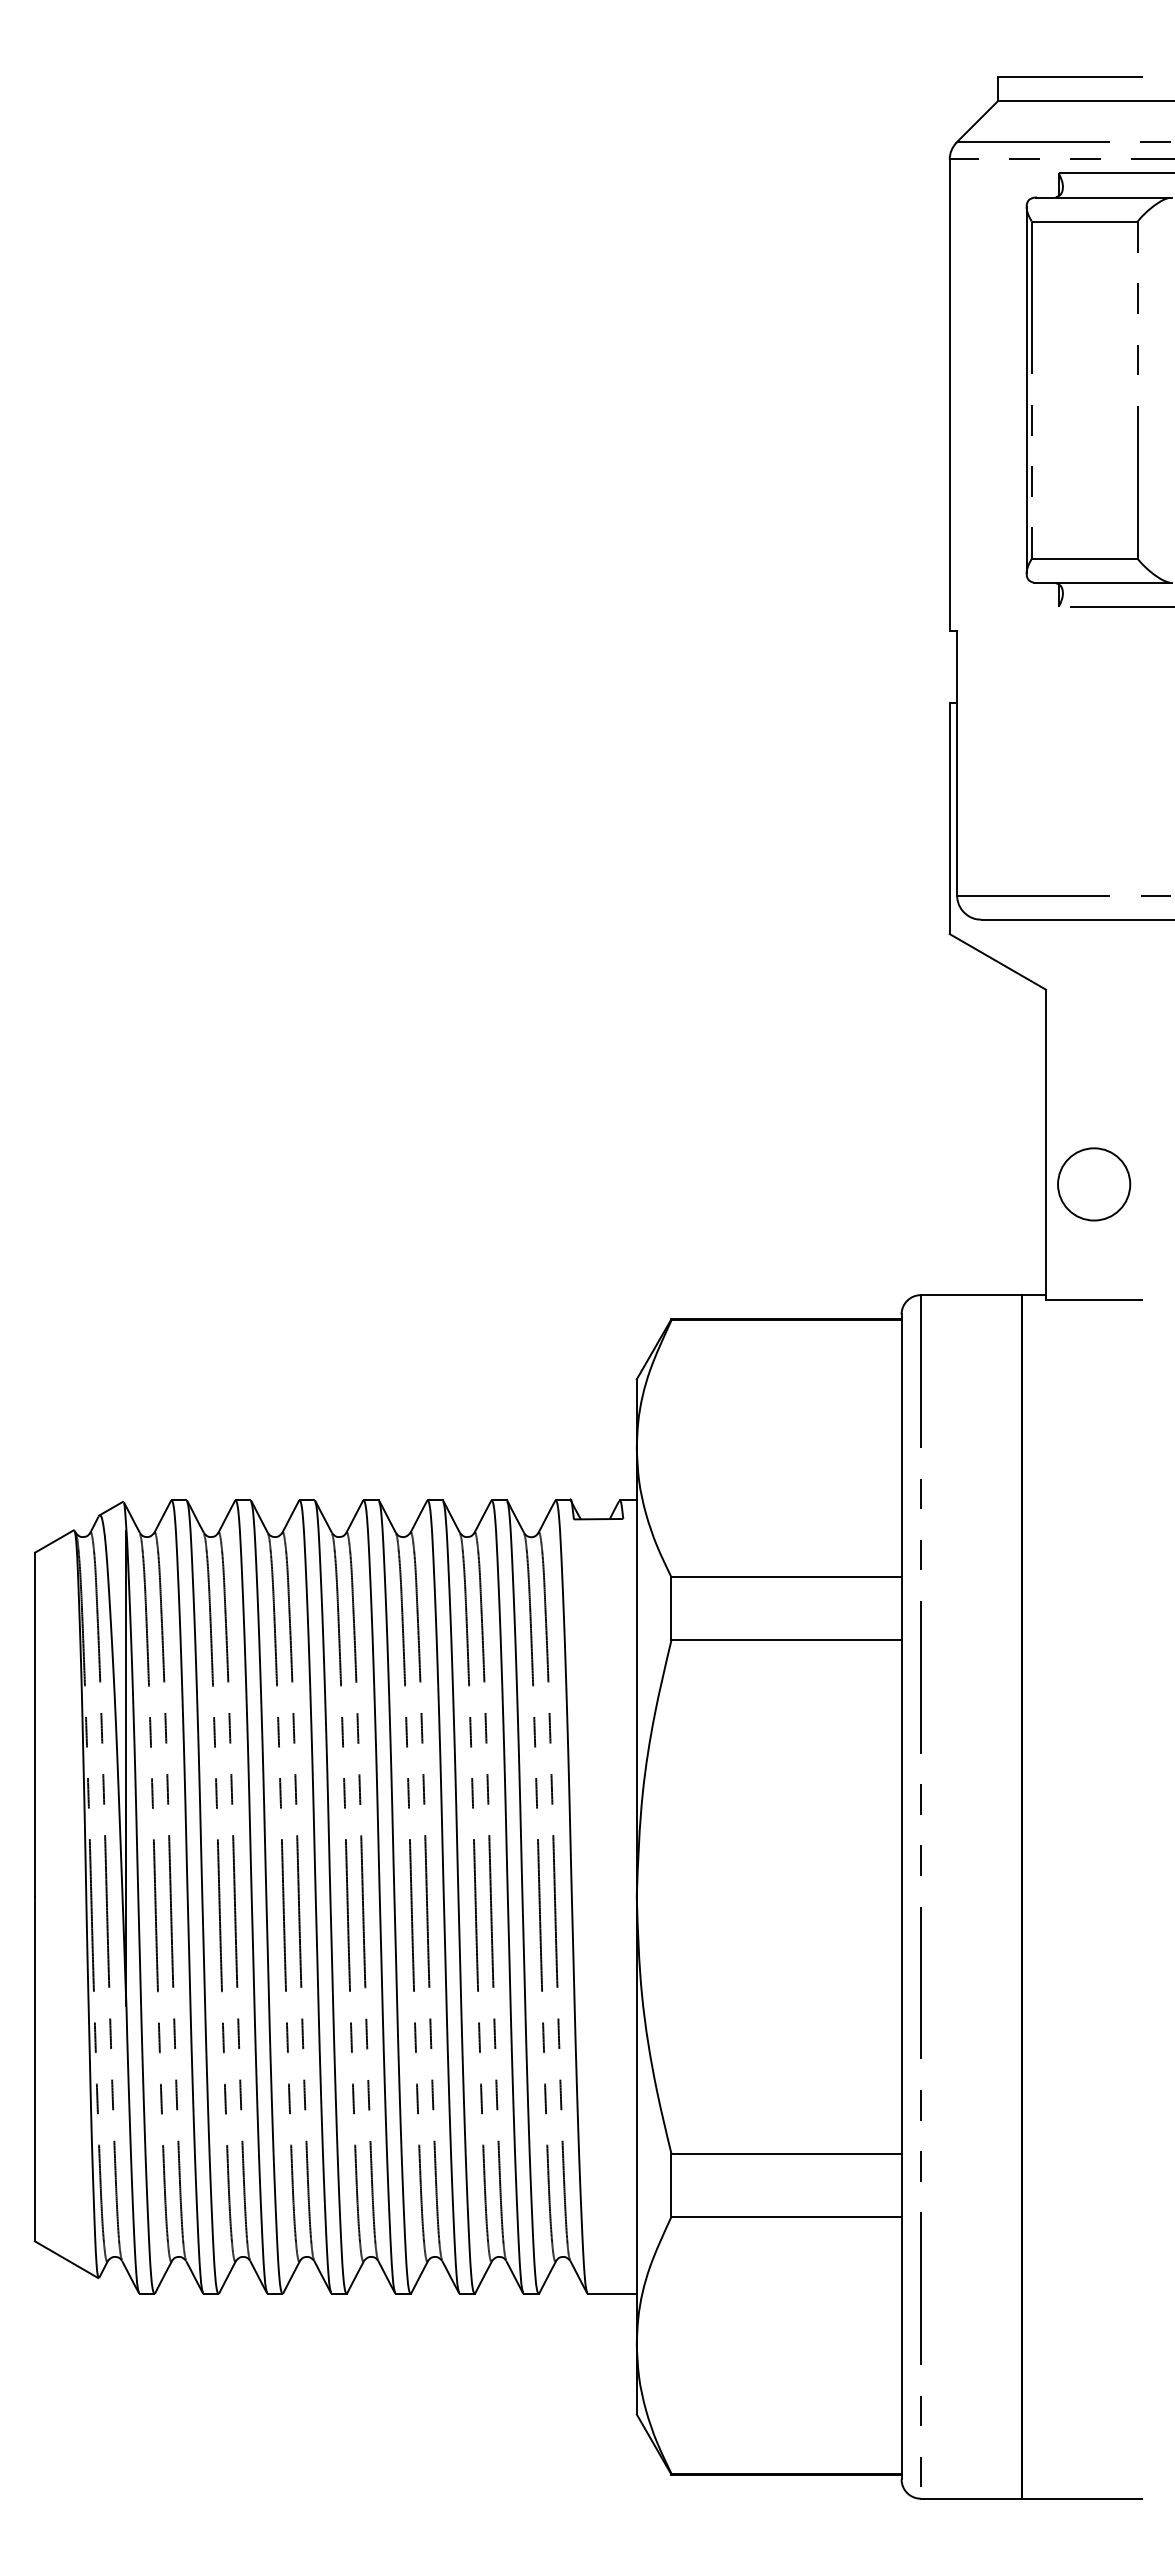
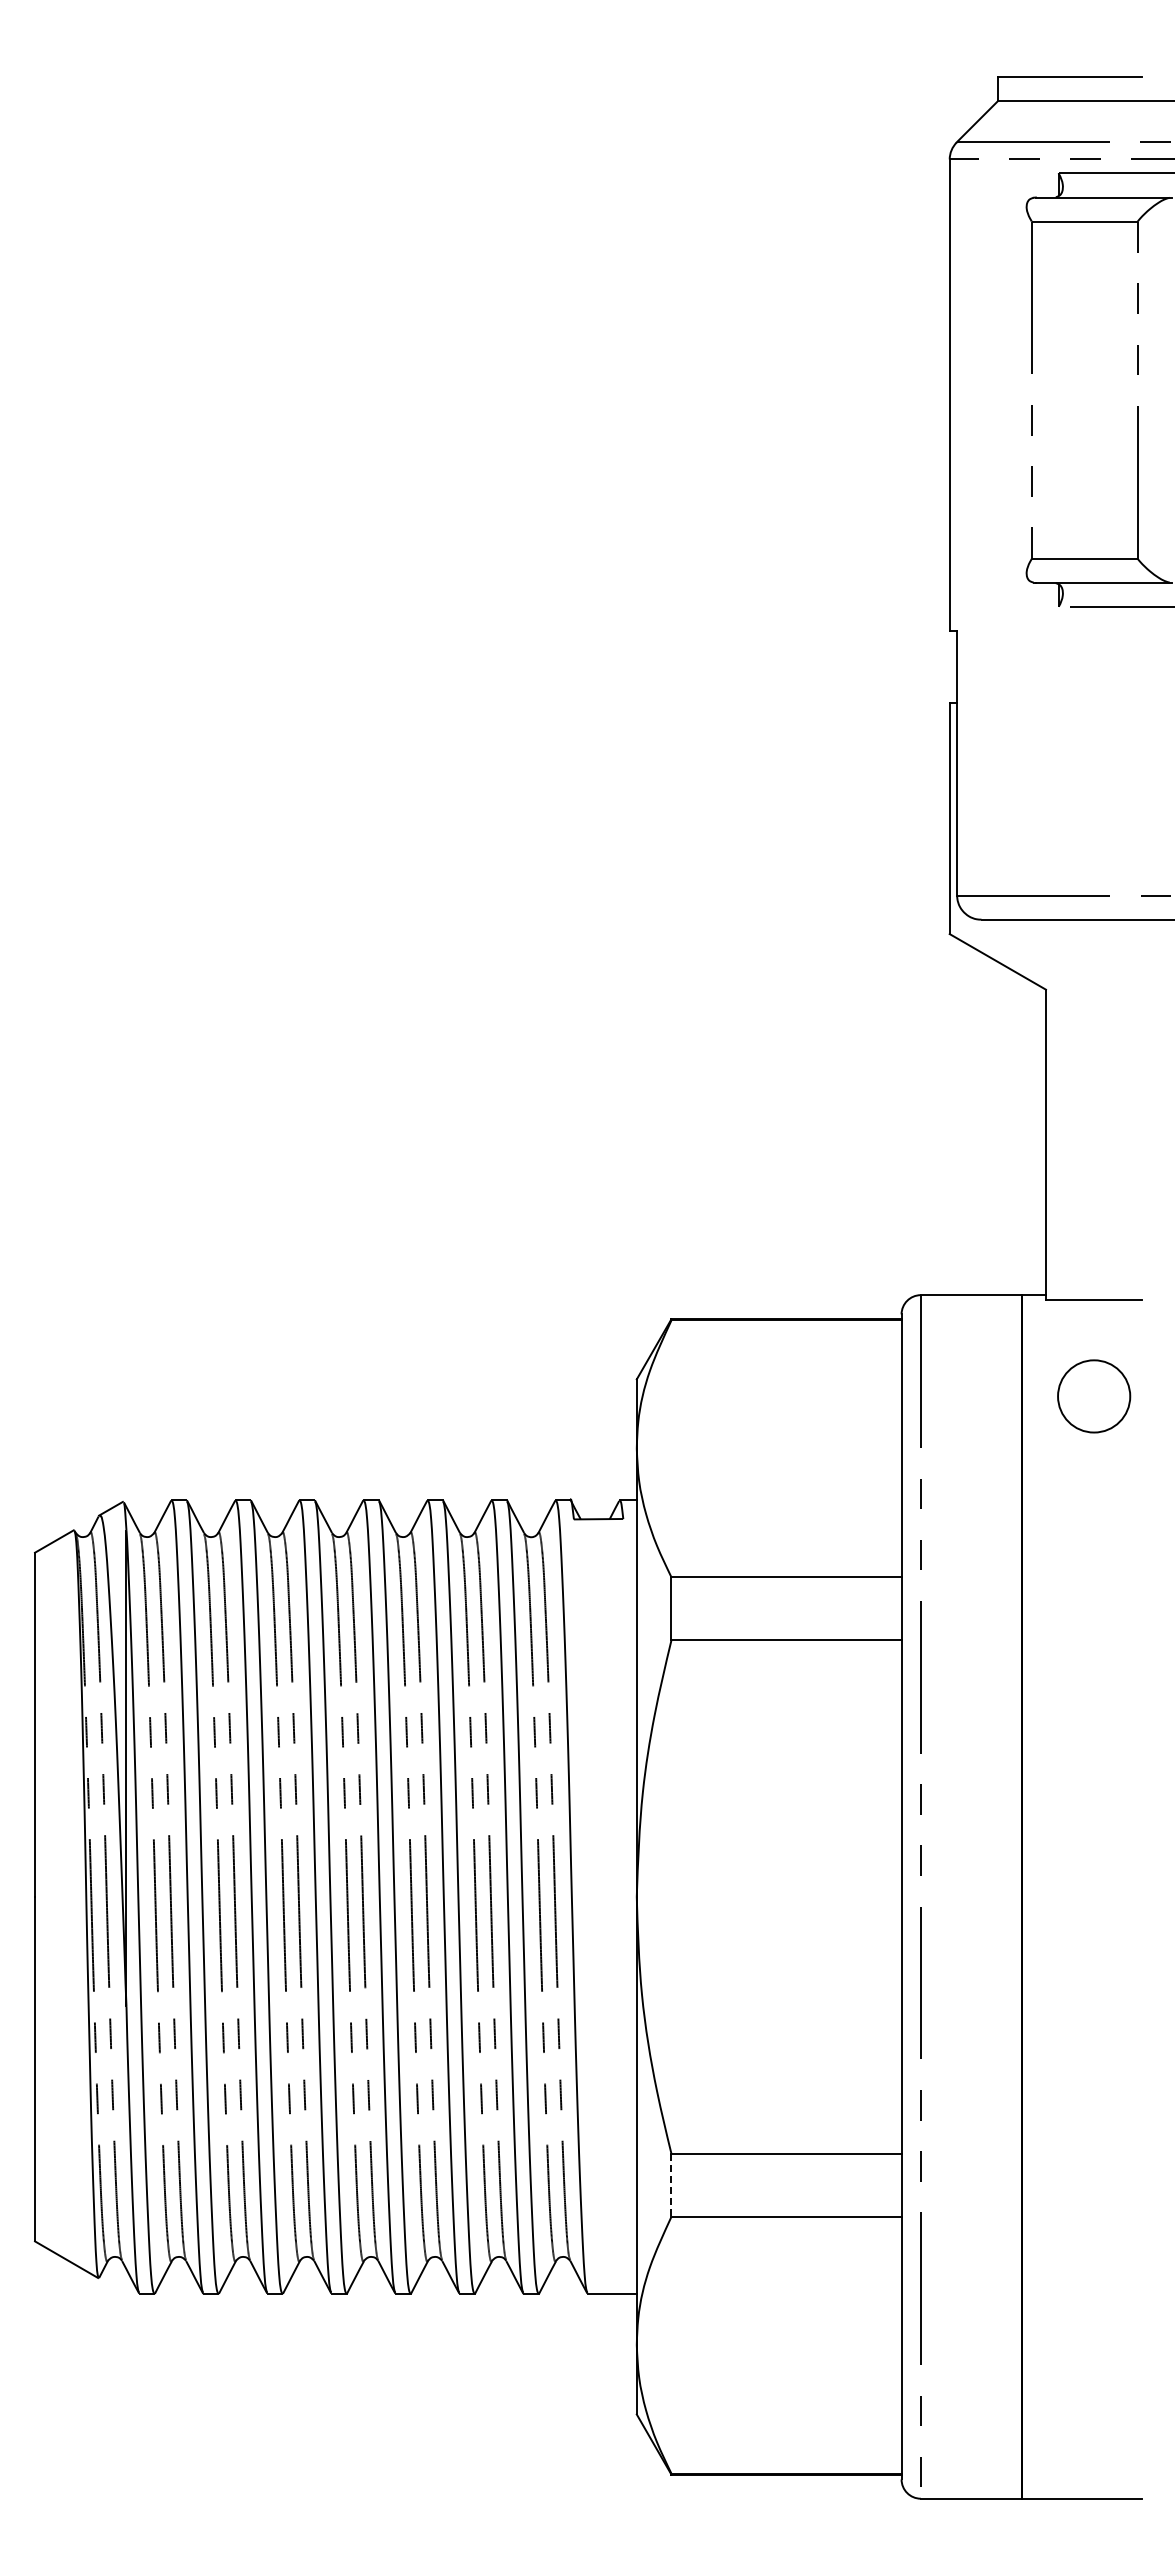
line at (1026, 389): present -> none
circle at (1094, 1184) position: (1094, 1184) -> (1094, 1396)
line at (671, 2185): solid -> dashed
